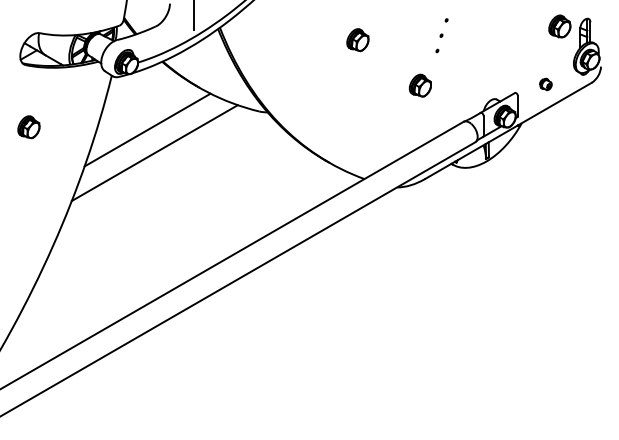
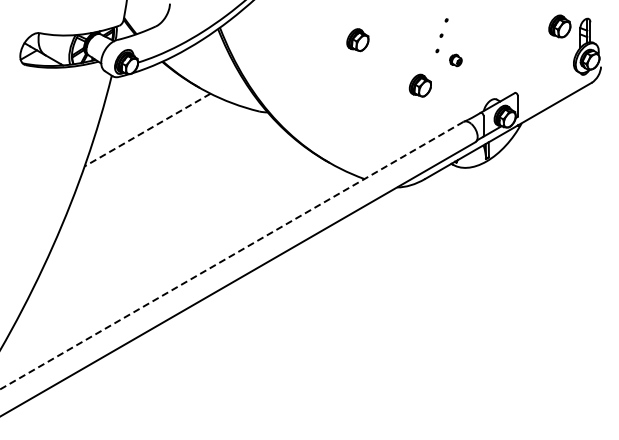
line at (194, 16): present -> none
part at (545, 84) position: (545, 84) -> (455, 60)
part at (28, 127): present -> none
line at (147, 130): solid -> dashed
line at (154, 153): present -> none
line at (231, 255): solid -> dashed
